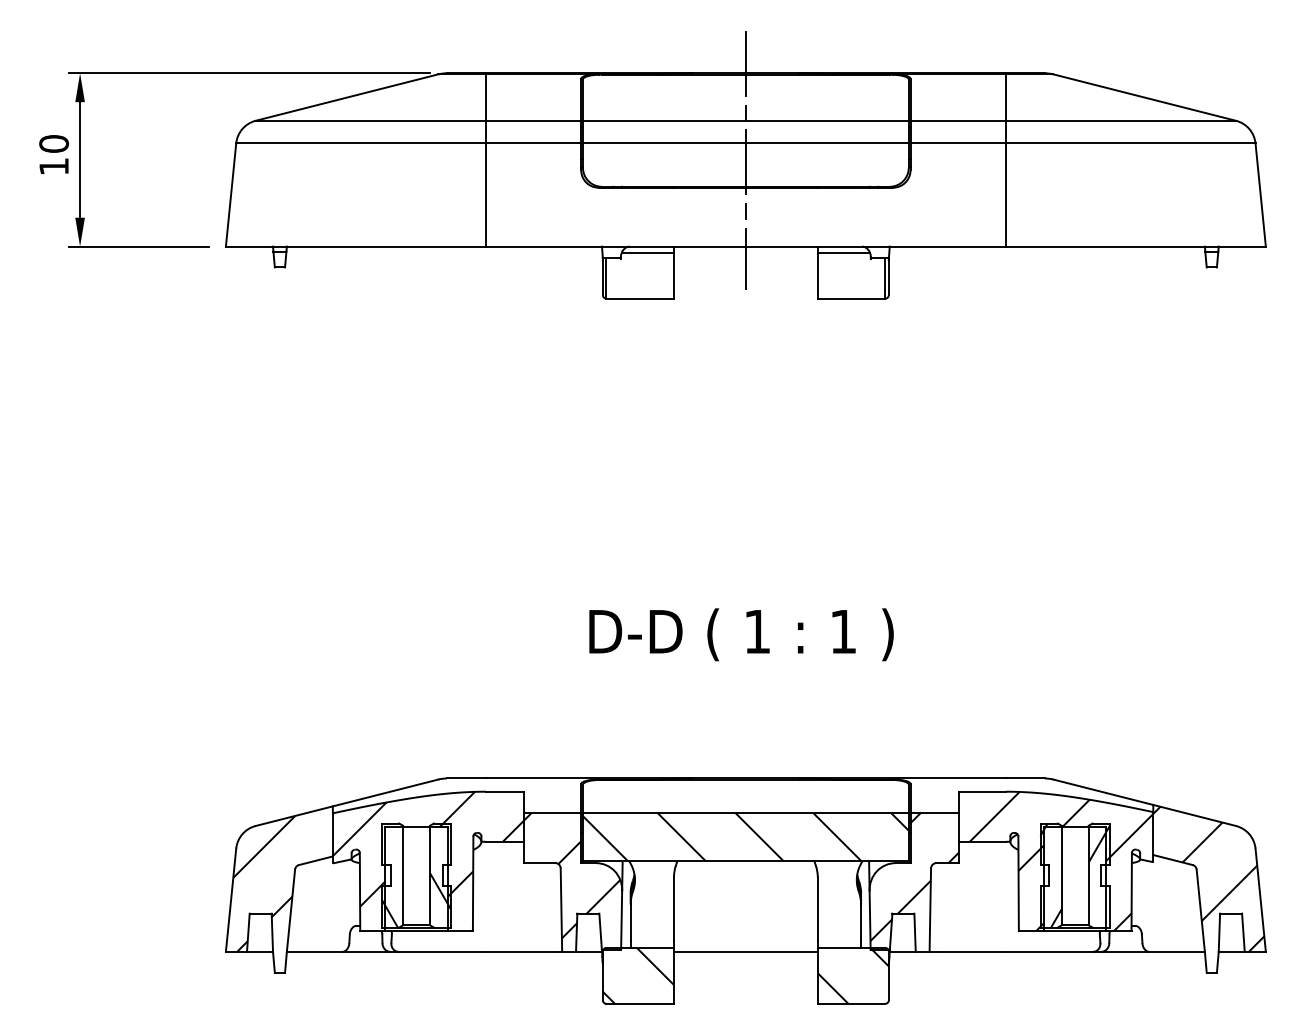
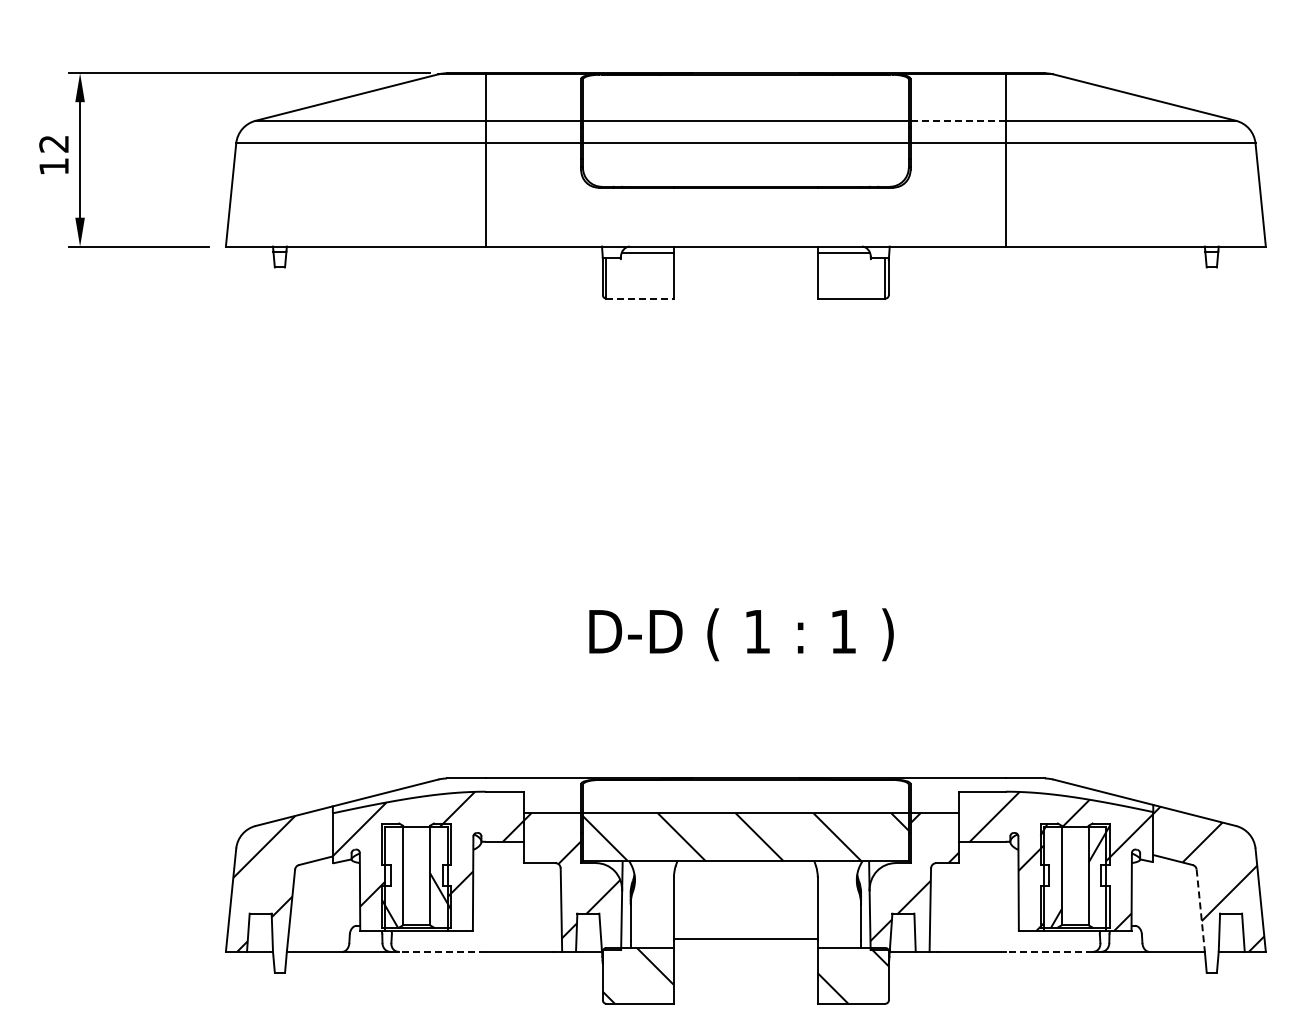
line at (958, 120): solid -> dashed
text at (53, 143): 10 -> 12
line at (745, 160): present -> none
line at (640, 298): solid -> dashed
line at (1200, 911): solid -> dashed
line at (442, 951): solid -> dashed
line at (745, 951) position: (745, 951) -> (745, 938)
line at (1049, 951): solid -> dashed
